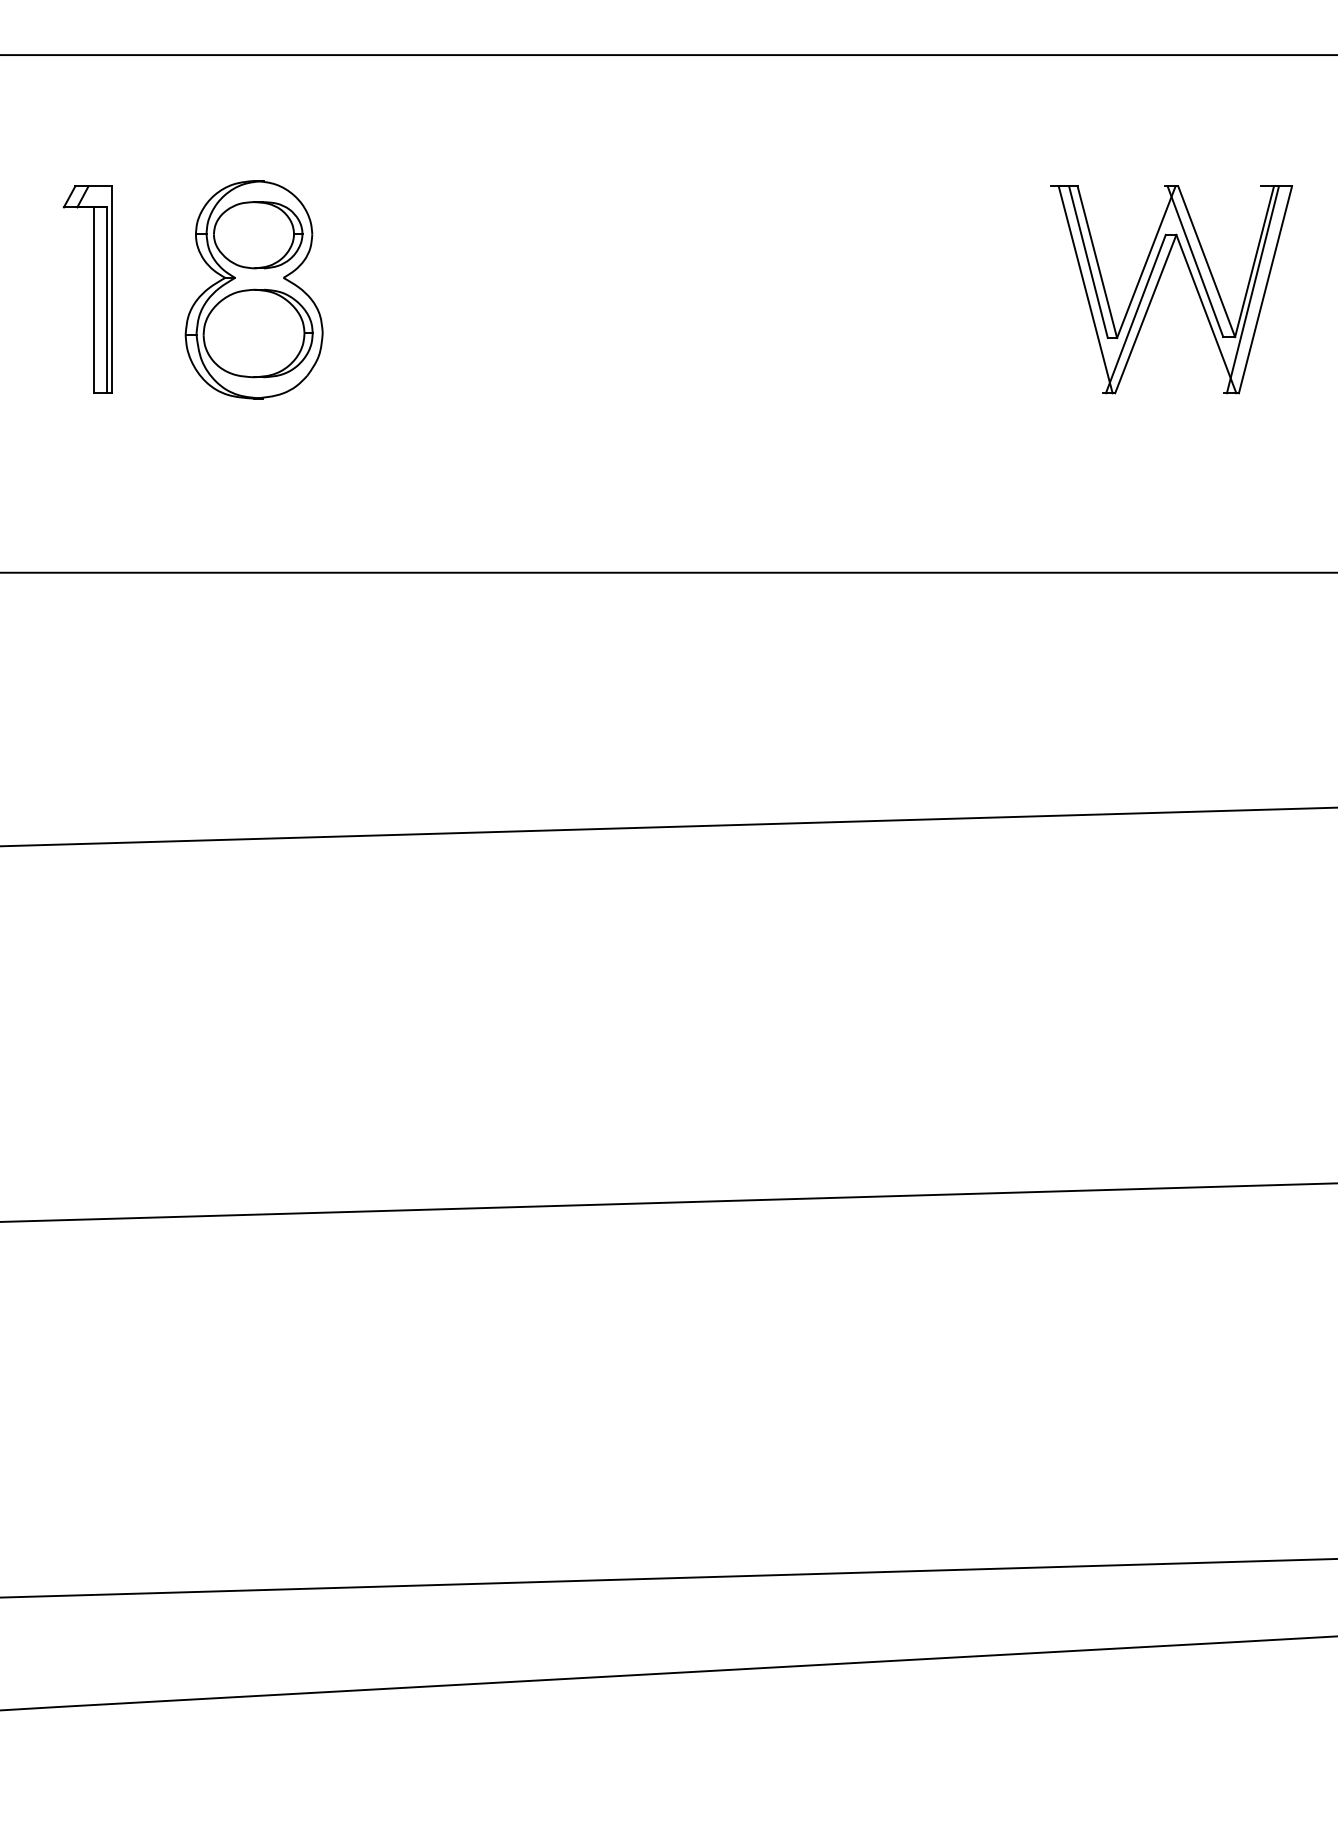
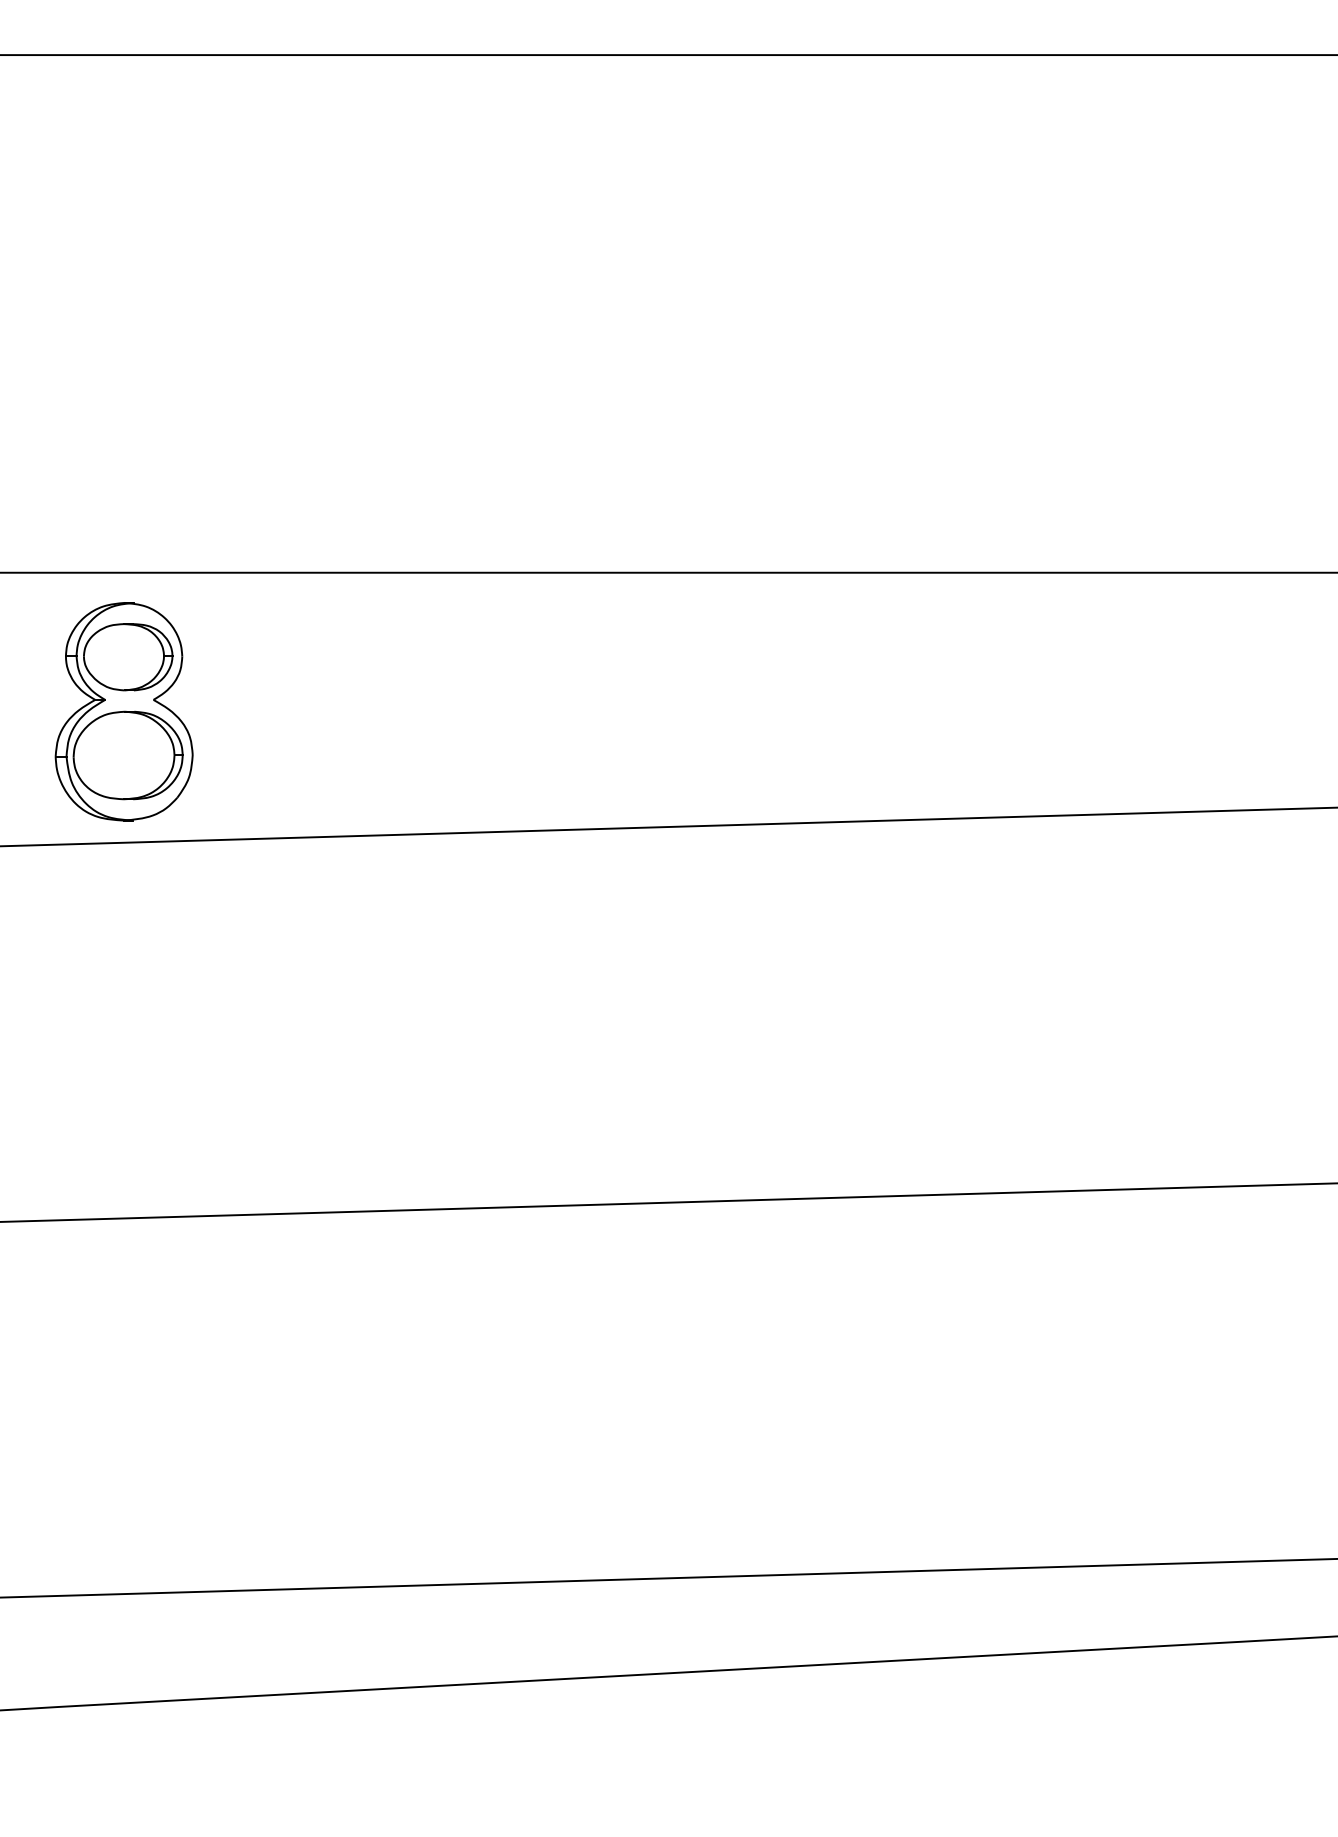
part at (1158, 284): present -> none
part at (87, 289): present -> none
part at (253, 289) position: (253, 289) -> (123, 711)
